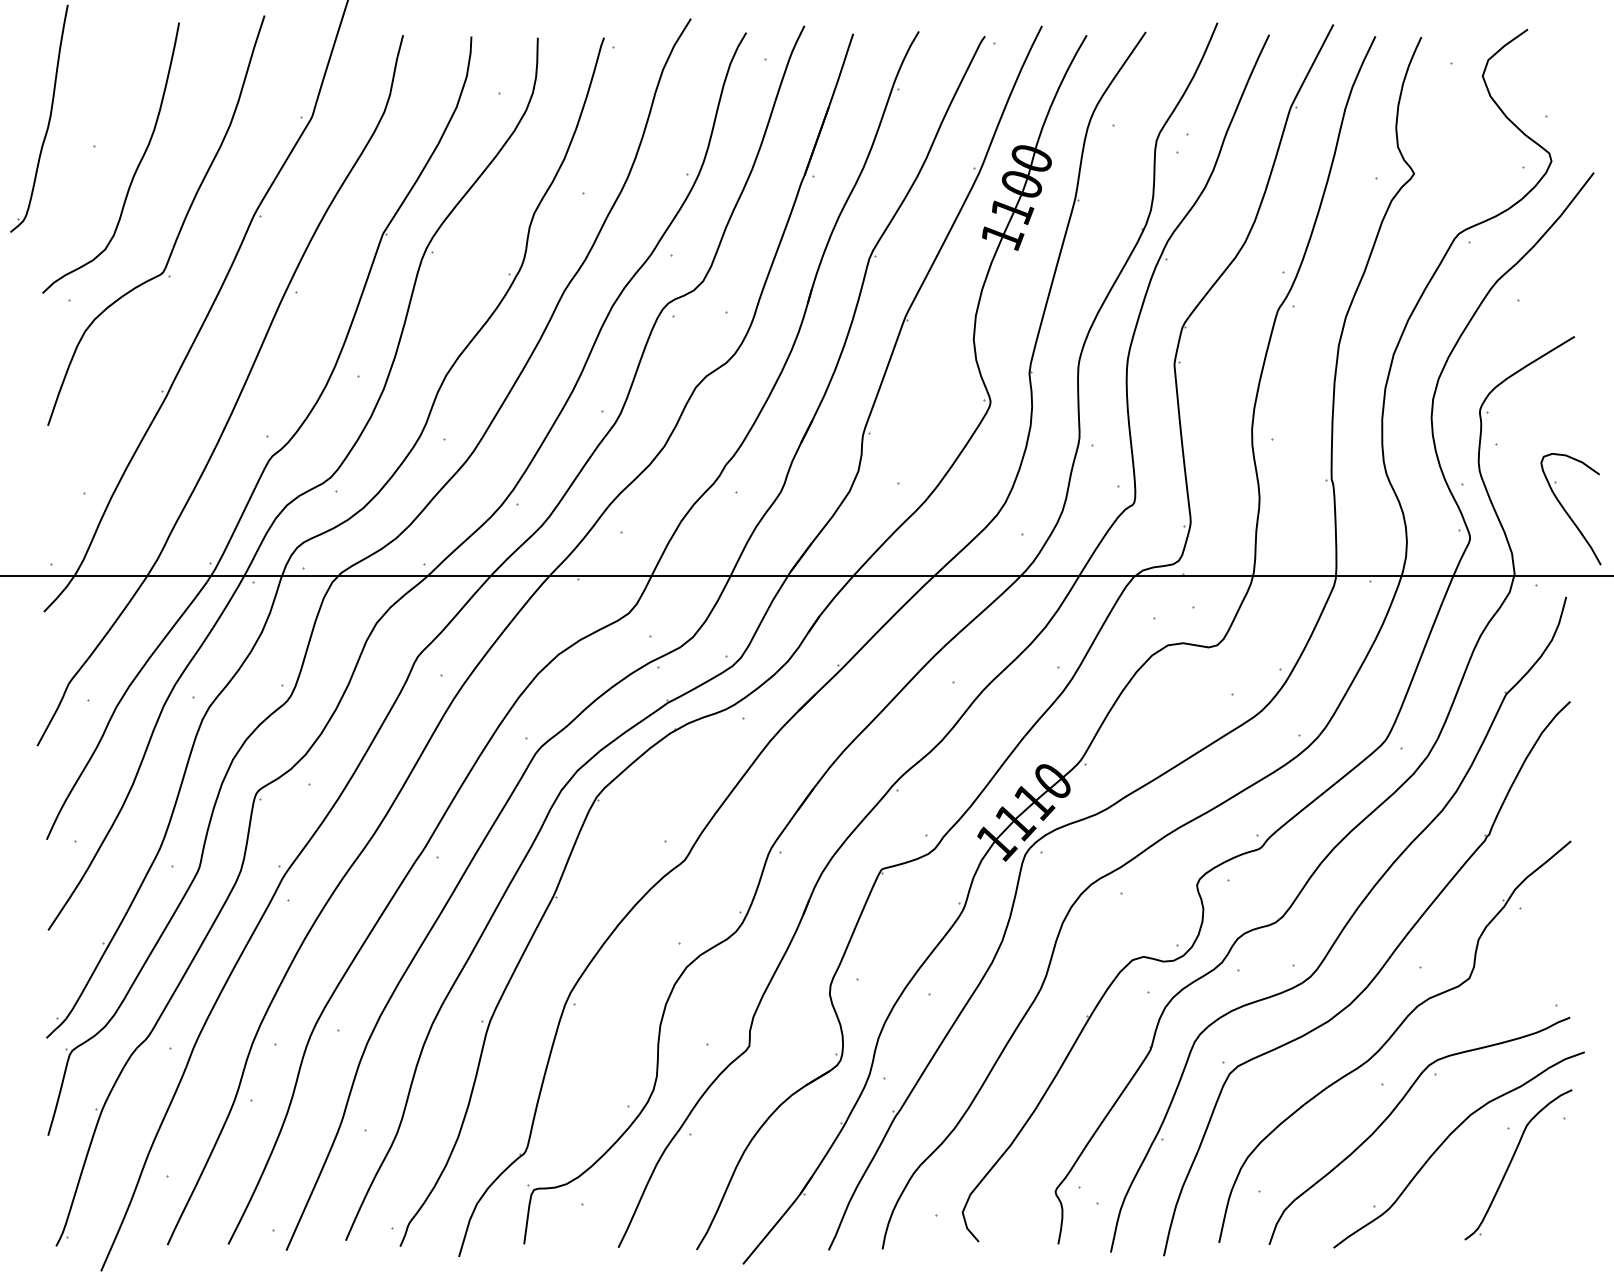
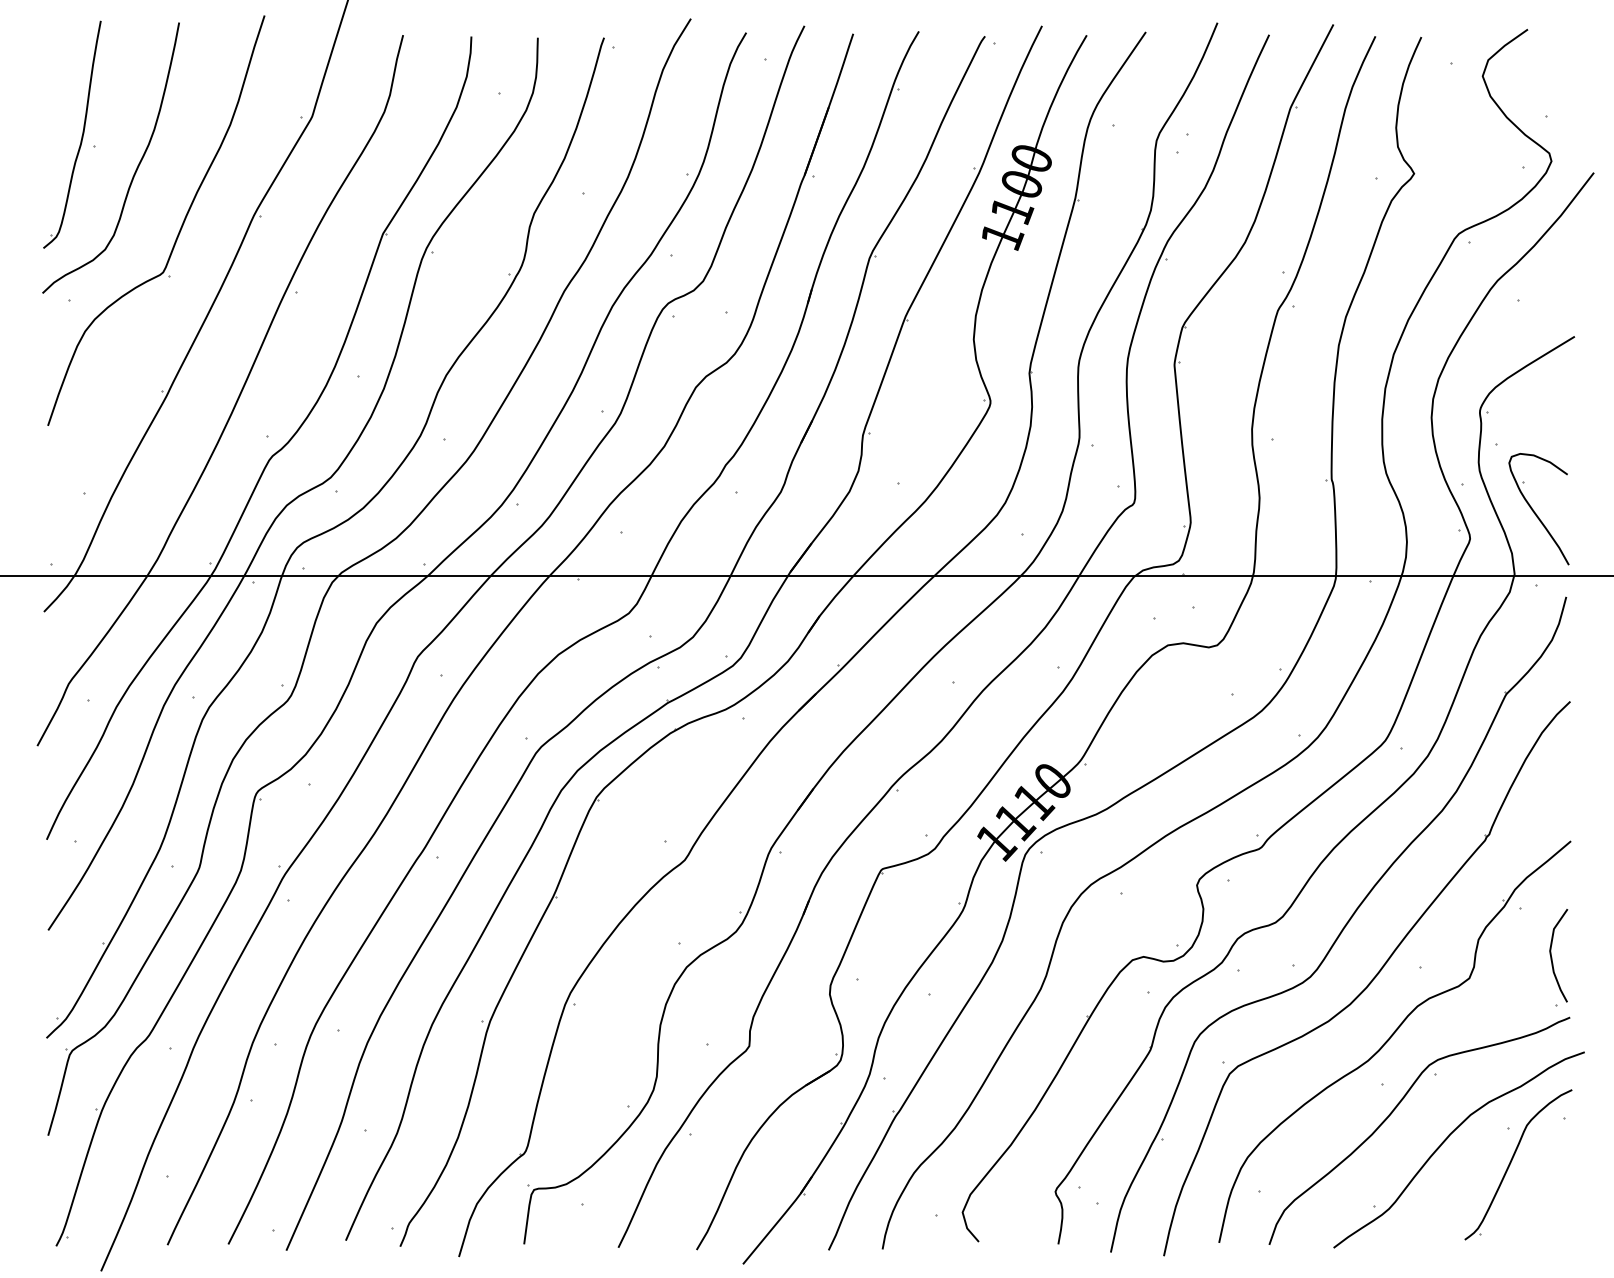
part at (48, 119) position: (48, 119) -> (81, 135)
part at (1570, 509) position: (1570, 509) -> (1538, 509)
curve at (1552, 957): none -> present
